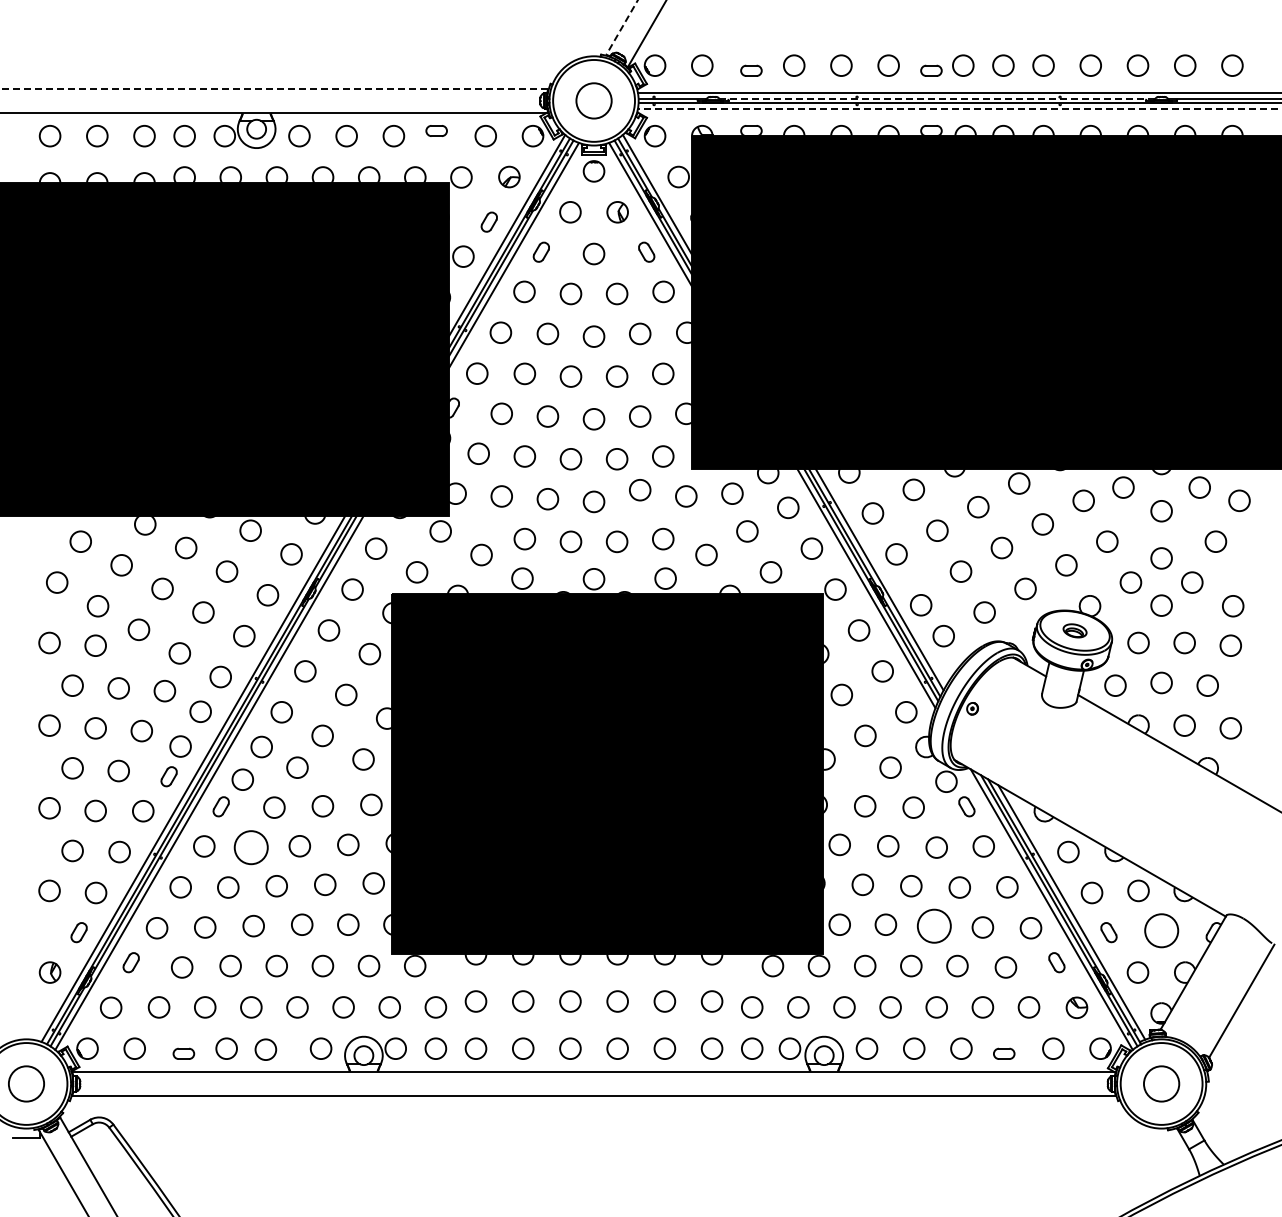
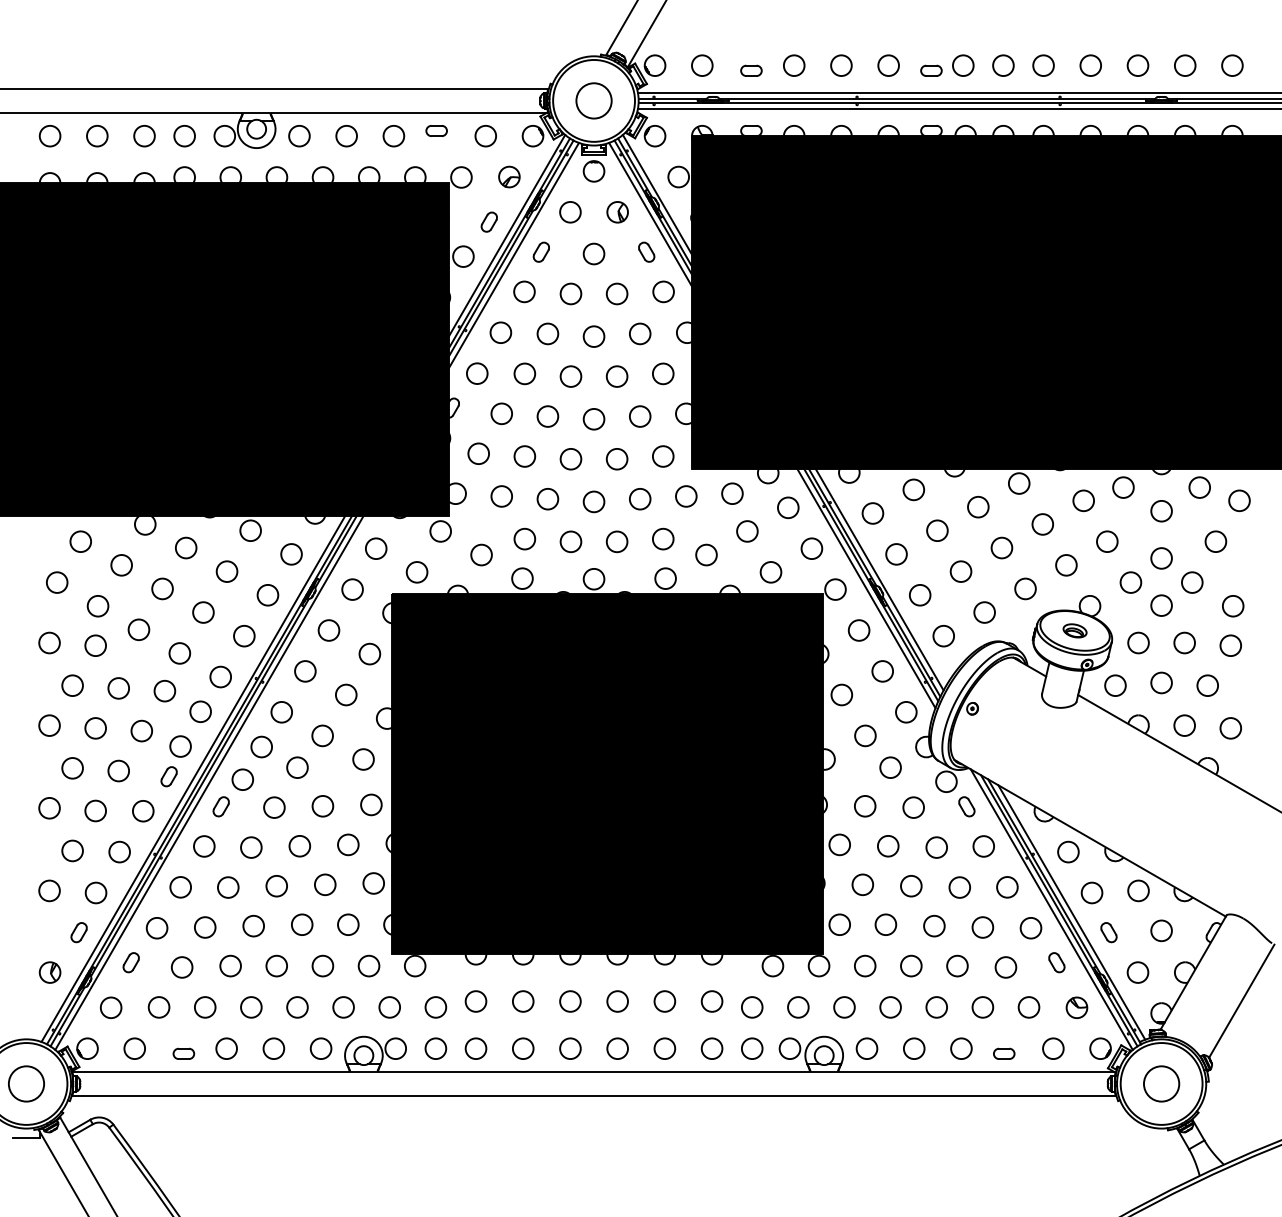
line at (621, 28): dashed -> solid
line at (274, 88): dashed -> solid
line at (937, 98): dashed -> solid
line at (959, 108): dashed -> solid
circle at (640, 490) position: (640, 490) -> (640, 499)
circle at (921, 605) position: (921, 605) -> (920, 595)
circle at (250, 847) size: 36x36 px -> 23x23 px
circle at (933, 925) size: 36x36 px -> 23x24 px
circle at (1161, 930) size: 36x36 px -> 23x24 px
circle at (265, 1049) position: (265, 1049) -> (273, 1048)
